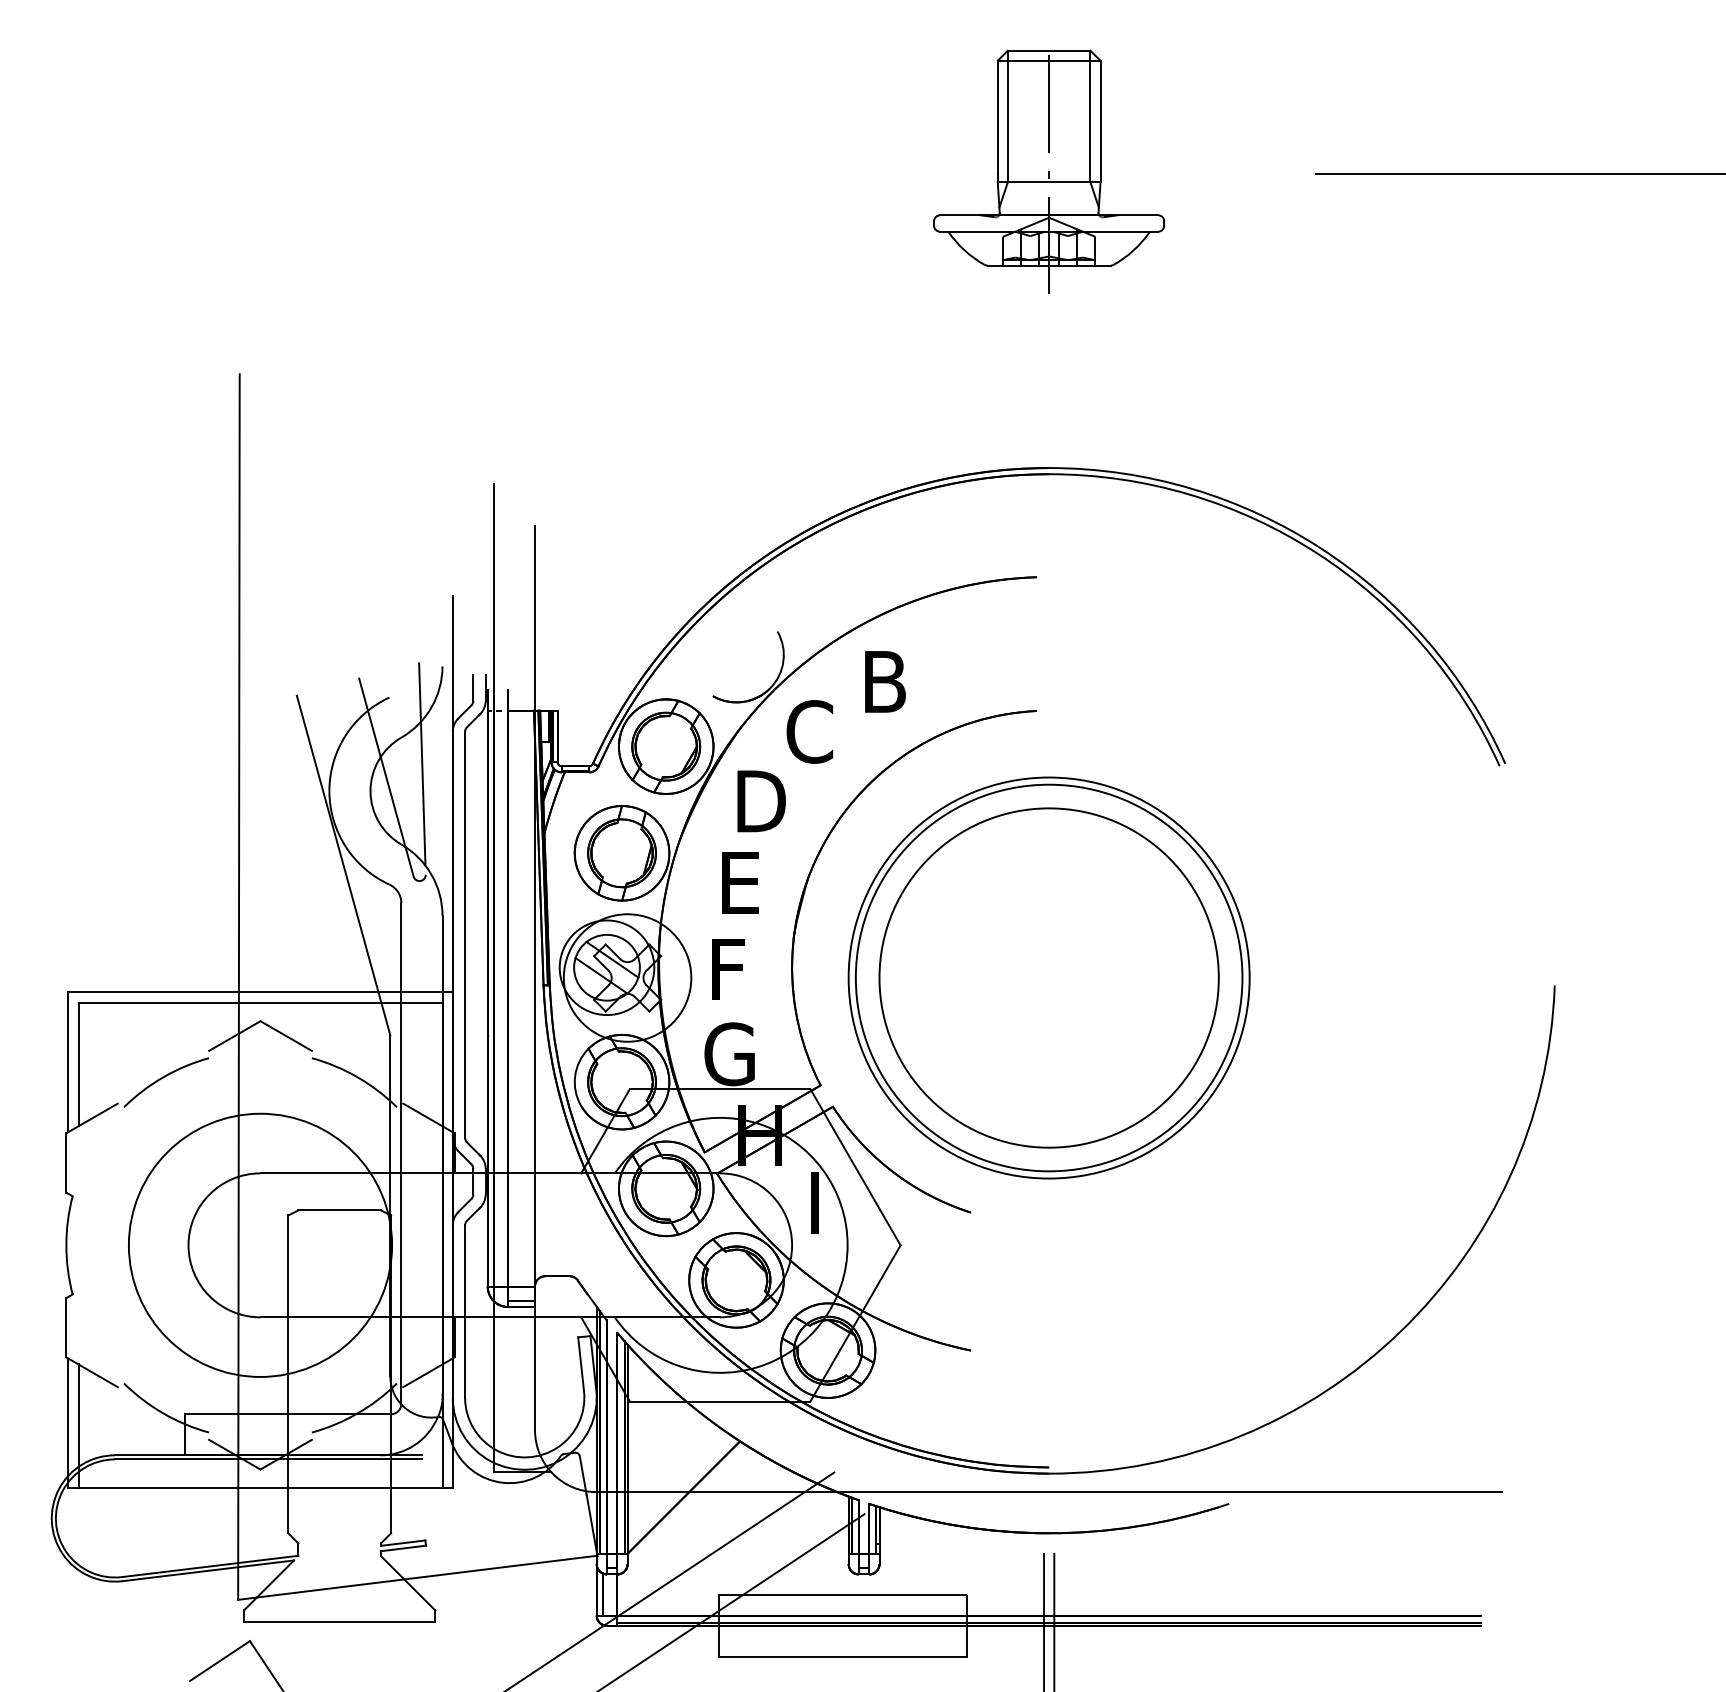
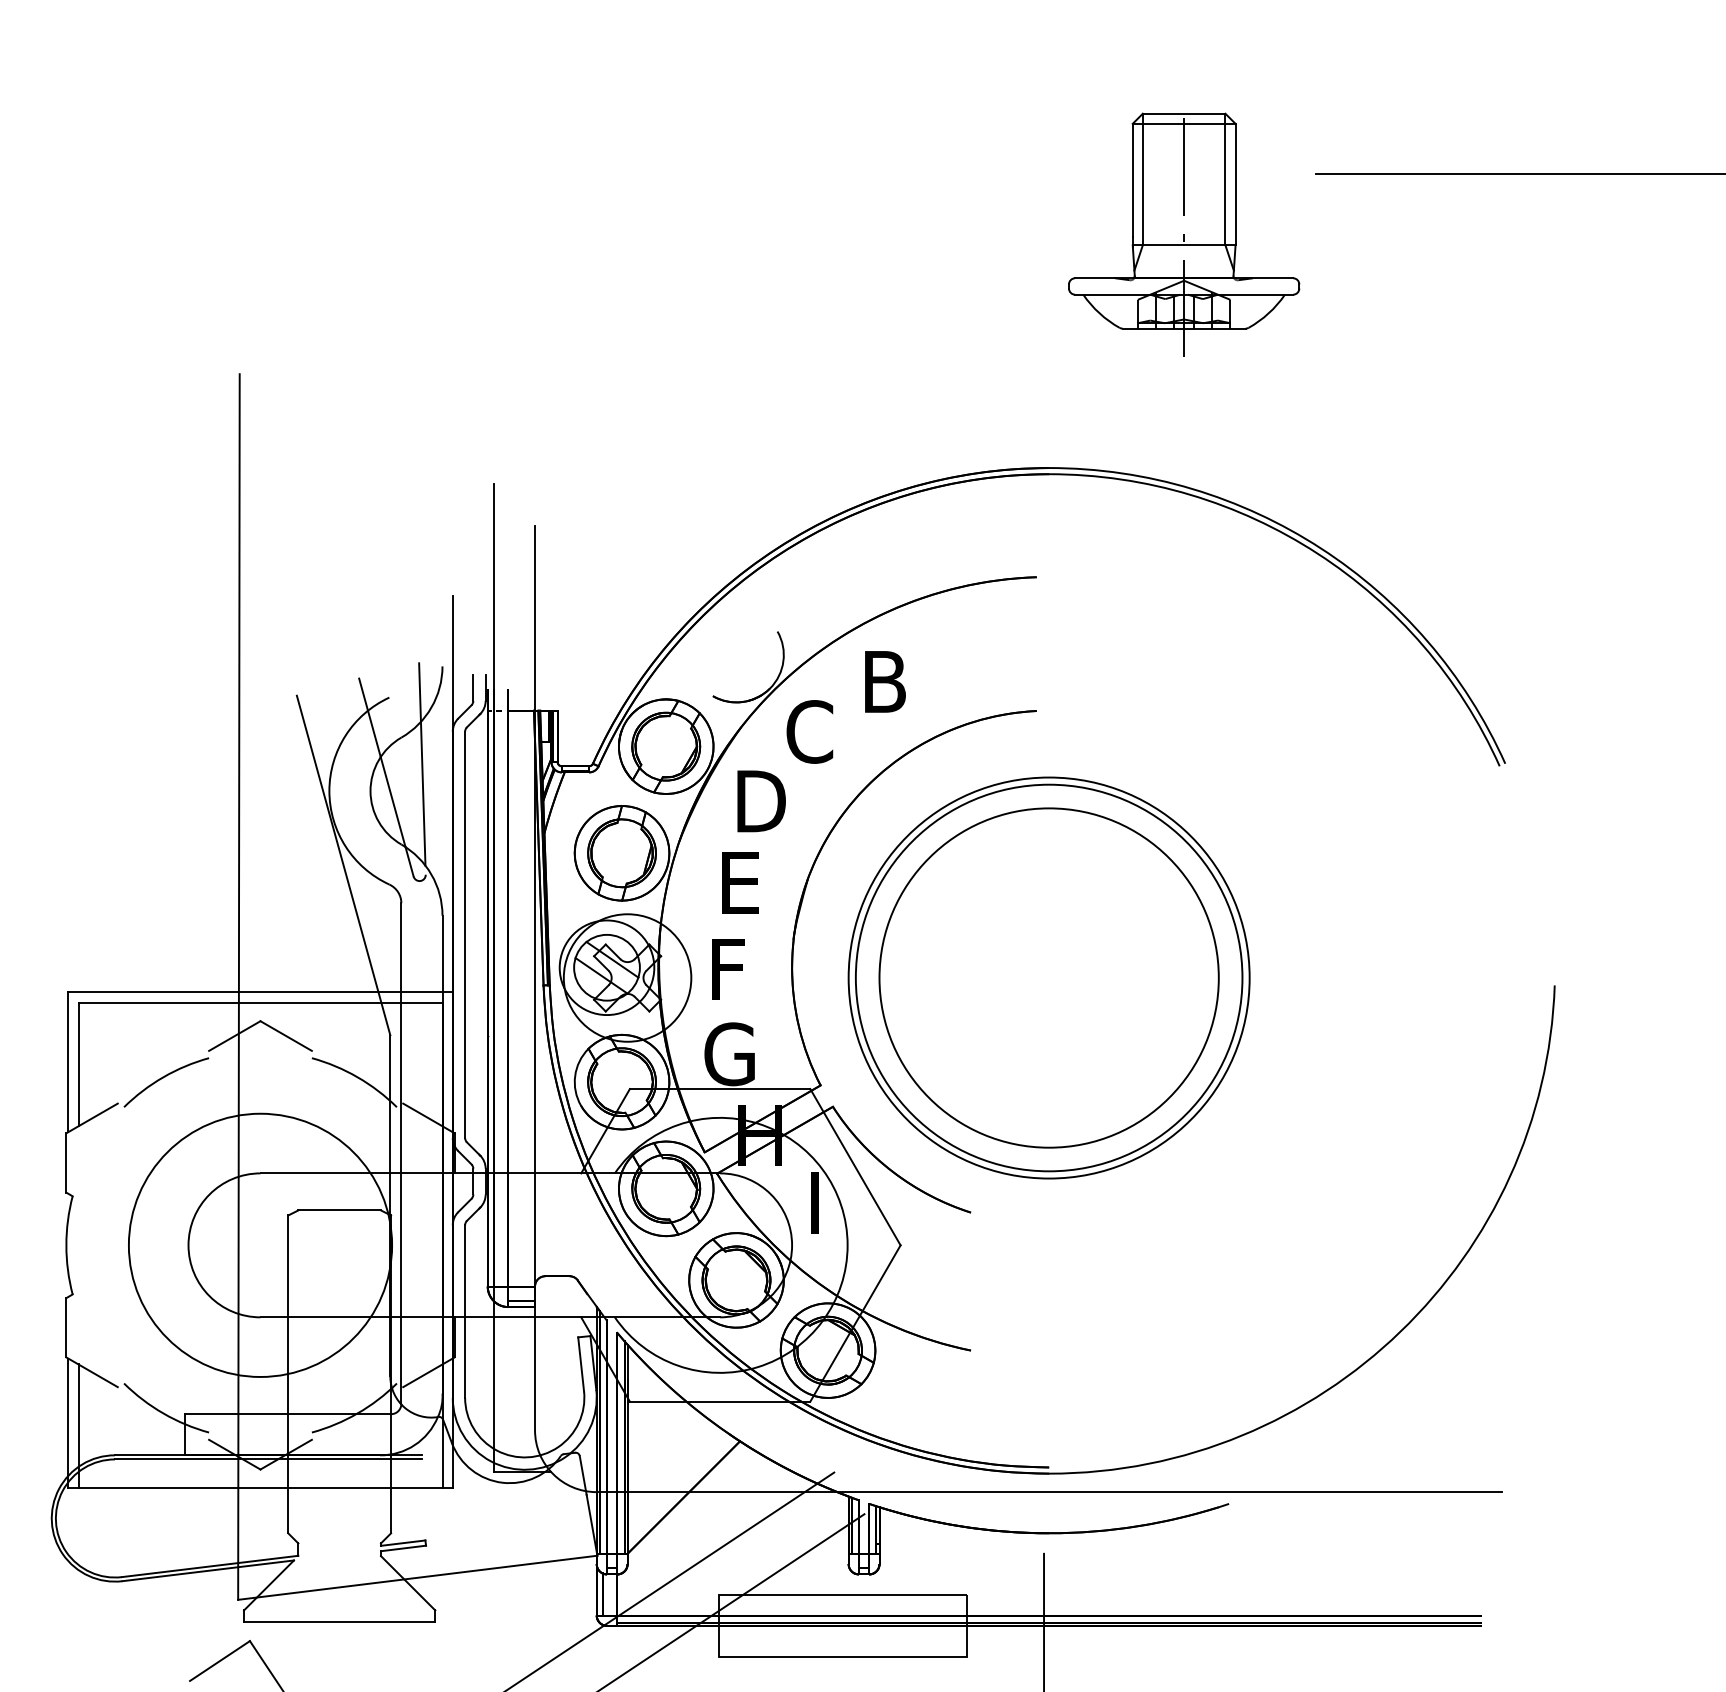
part at (1049, 171) position: (1049, 171) -> (1184, 234)
line at (1054, 1620): present -> none
